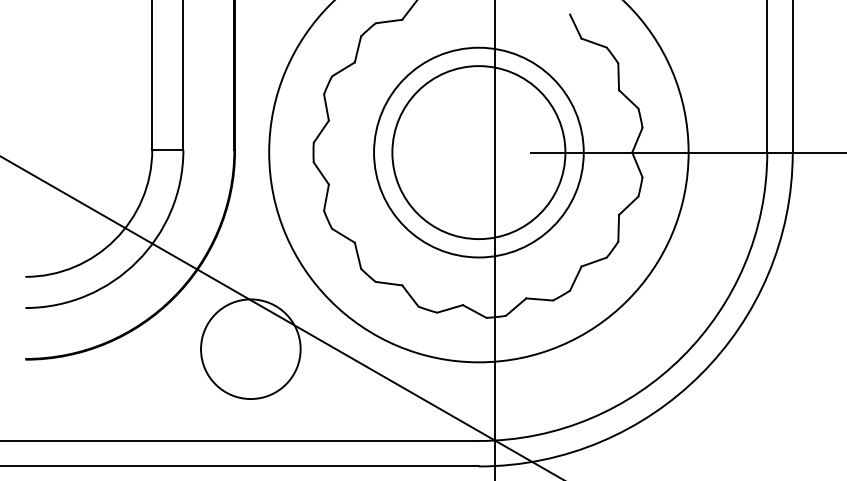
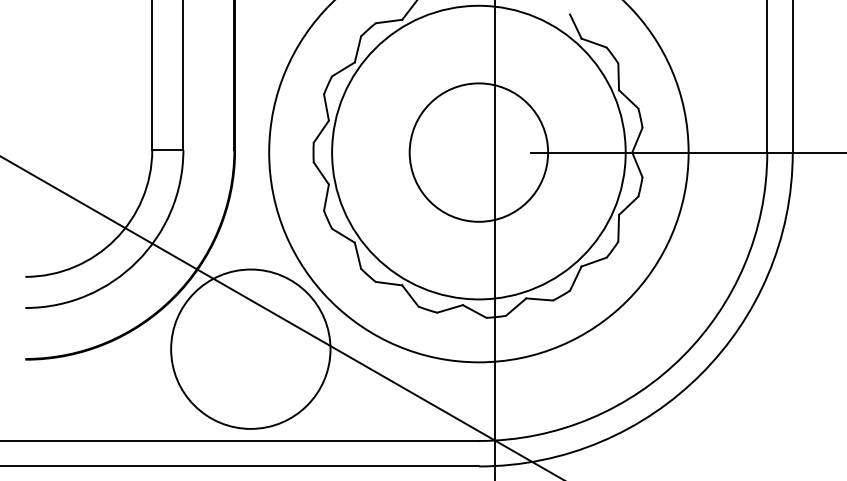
circle at (478, 152) diameter: 173 px -> 138 px
circle at (478, 152) diameter: 210 px -> 294 px
circle at (250, 349) diameter: 100 px -> 159 px
